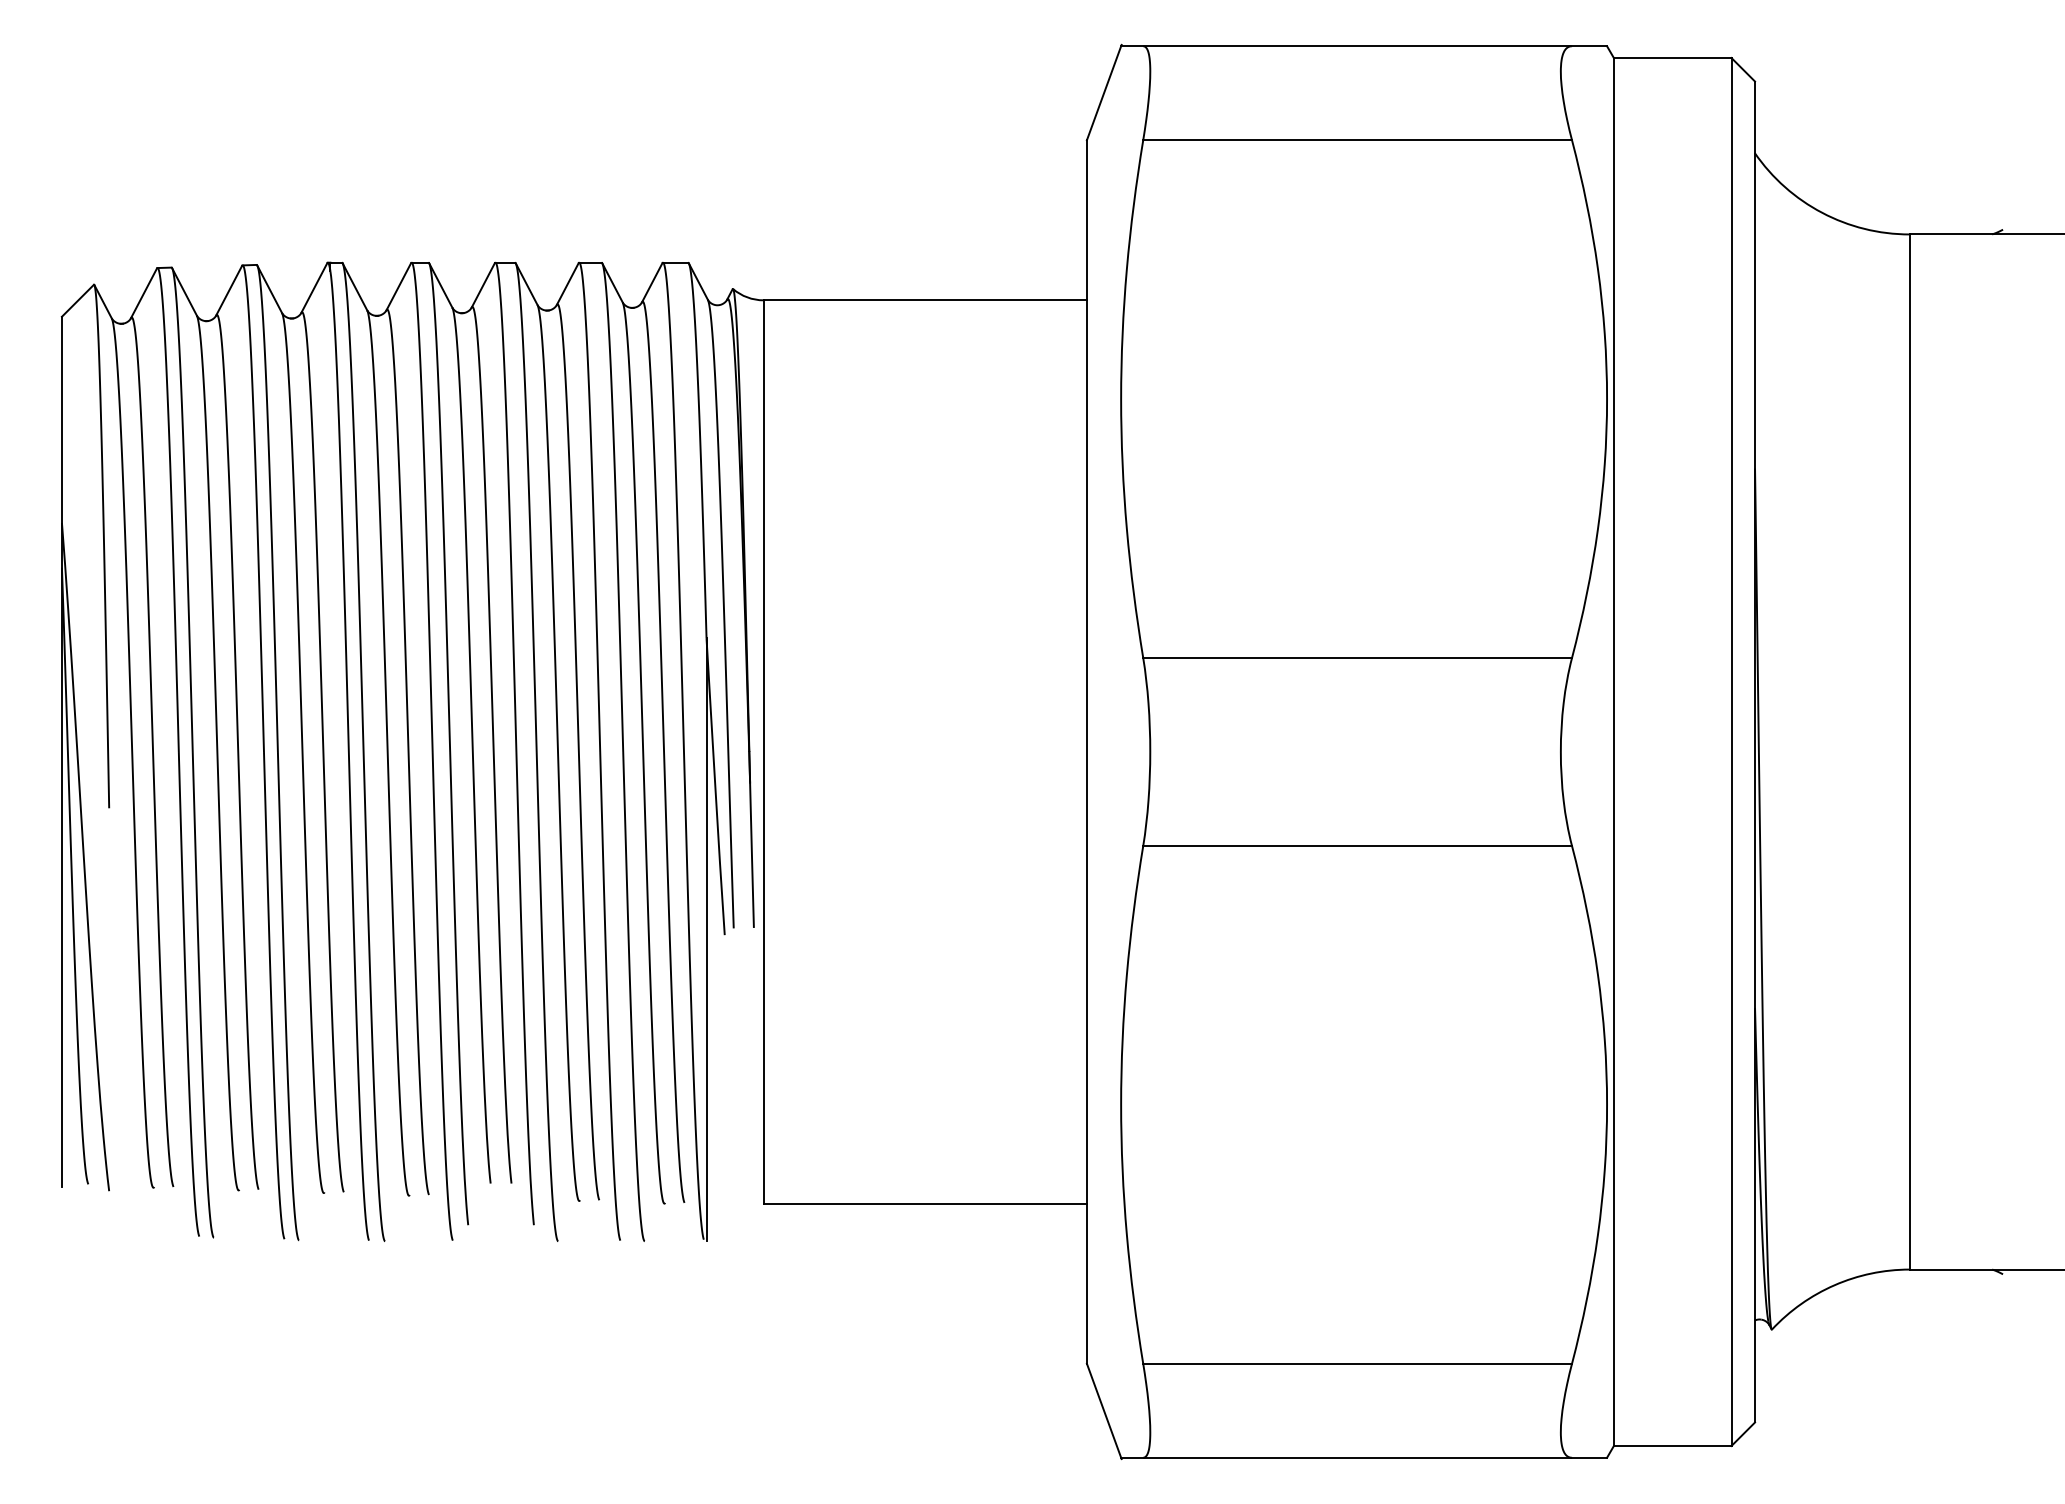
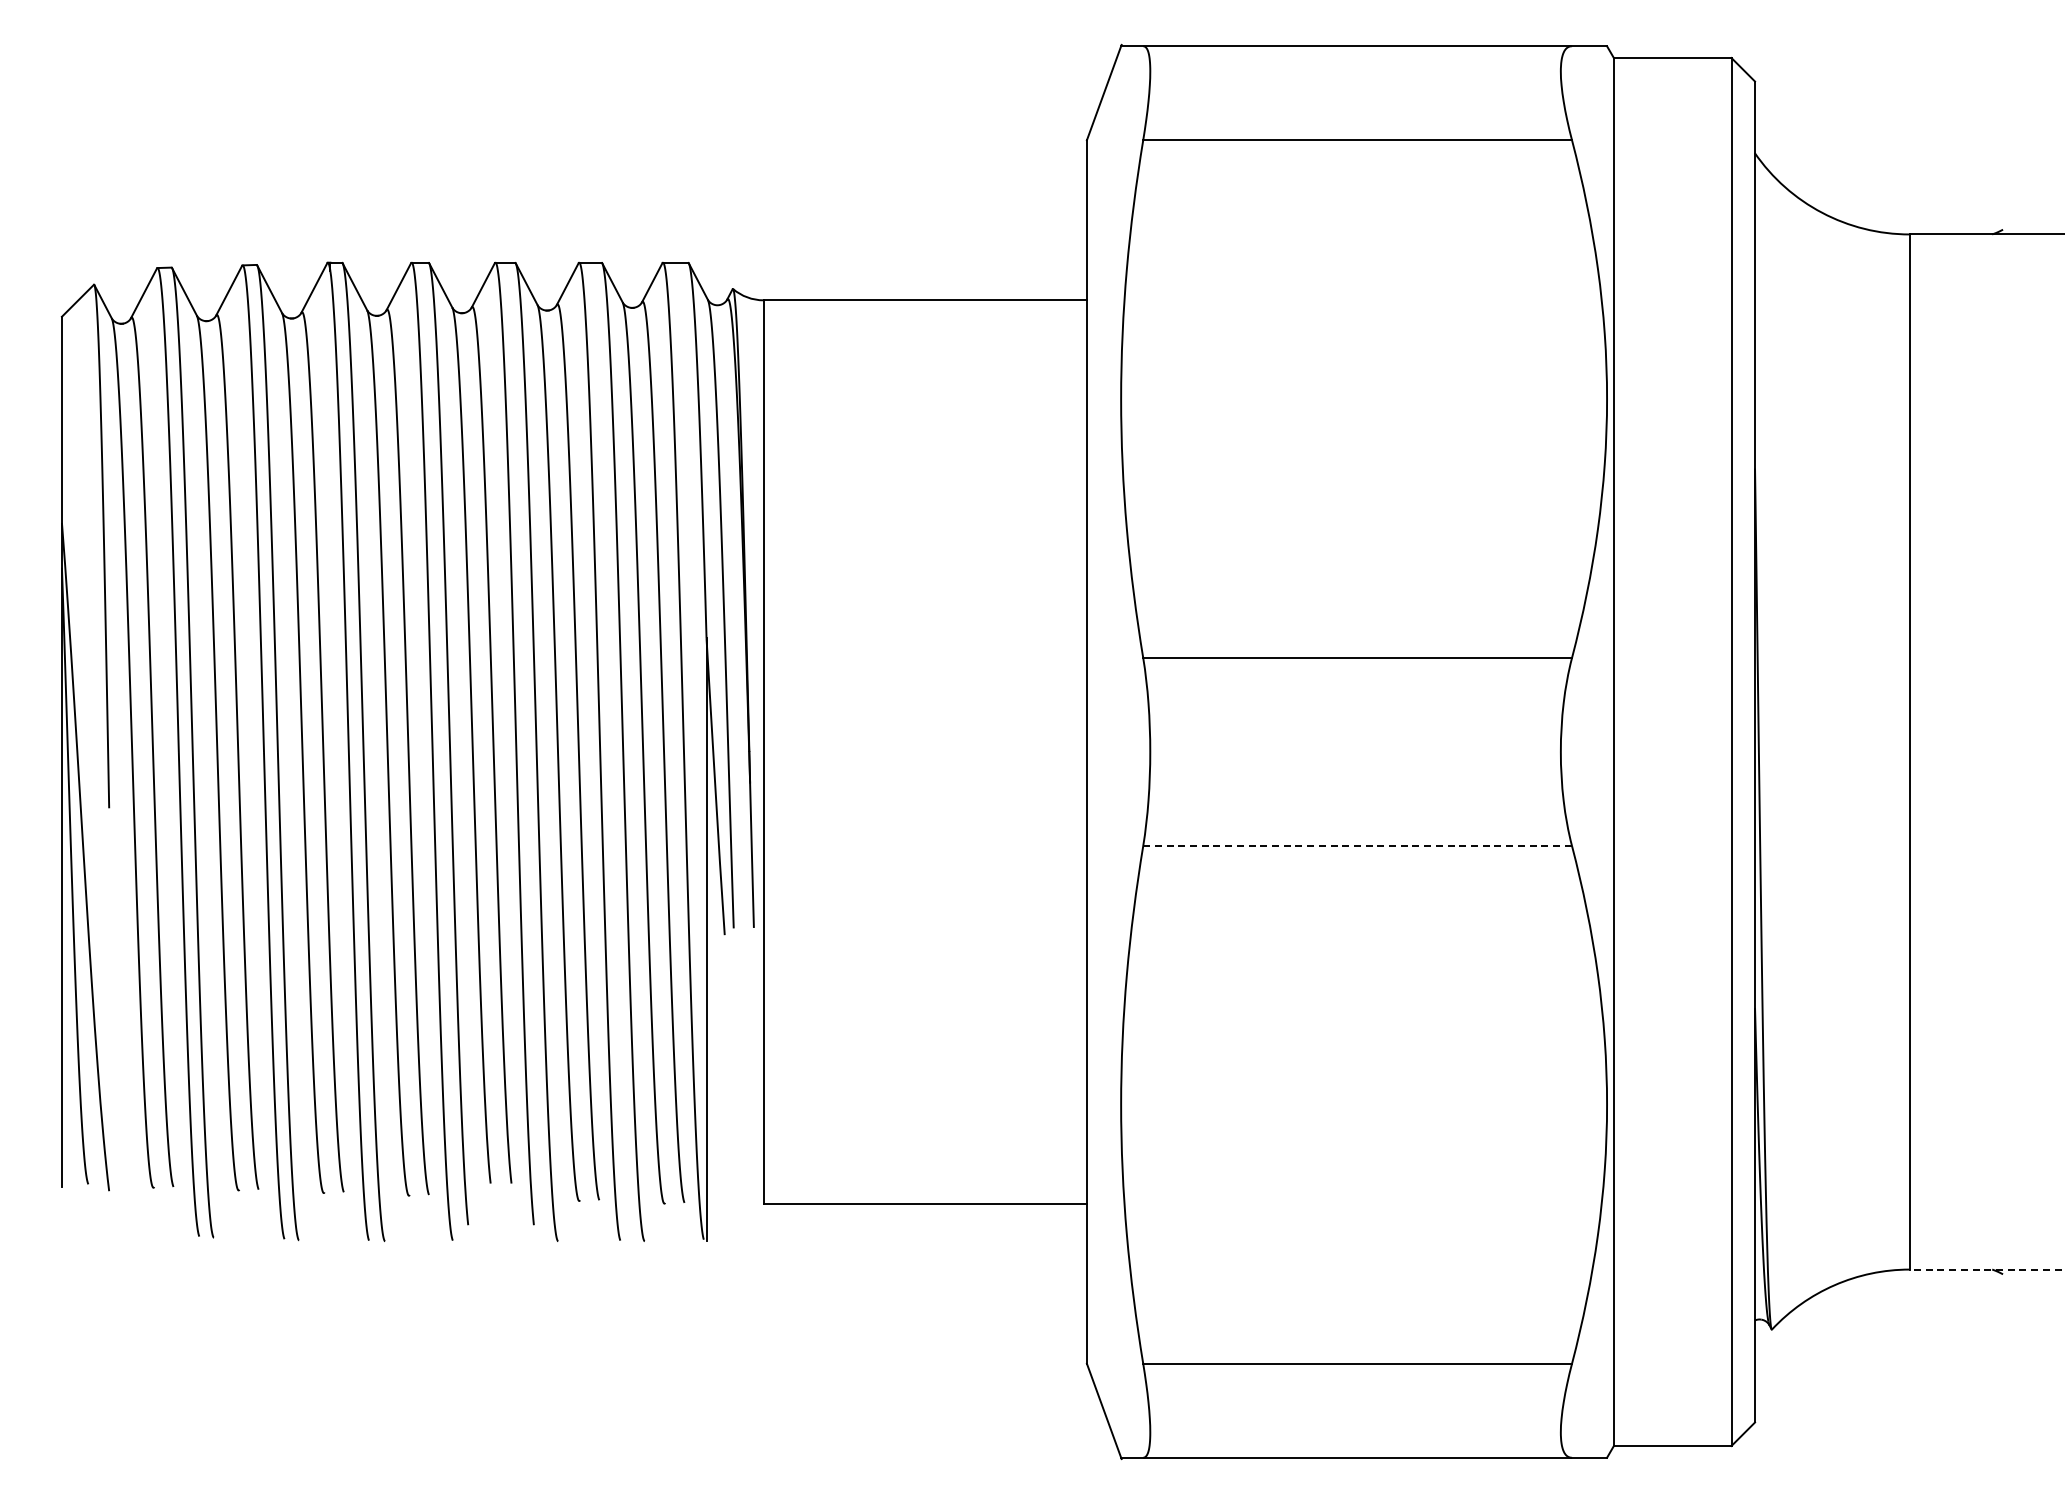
line at (1358, 846): solid -> dashed
line at (1986, 1269): solid -> dashed
